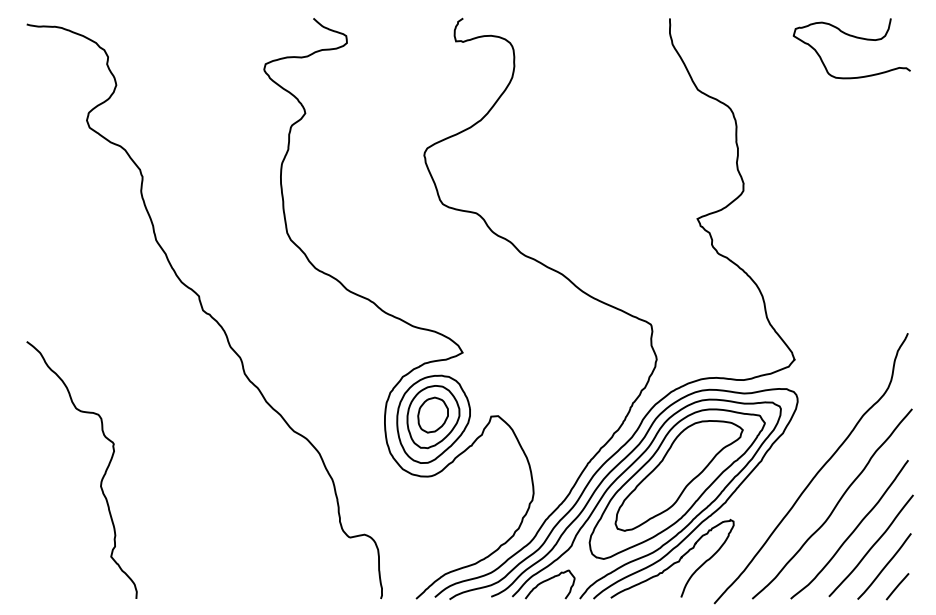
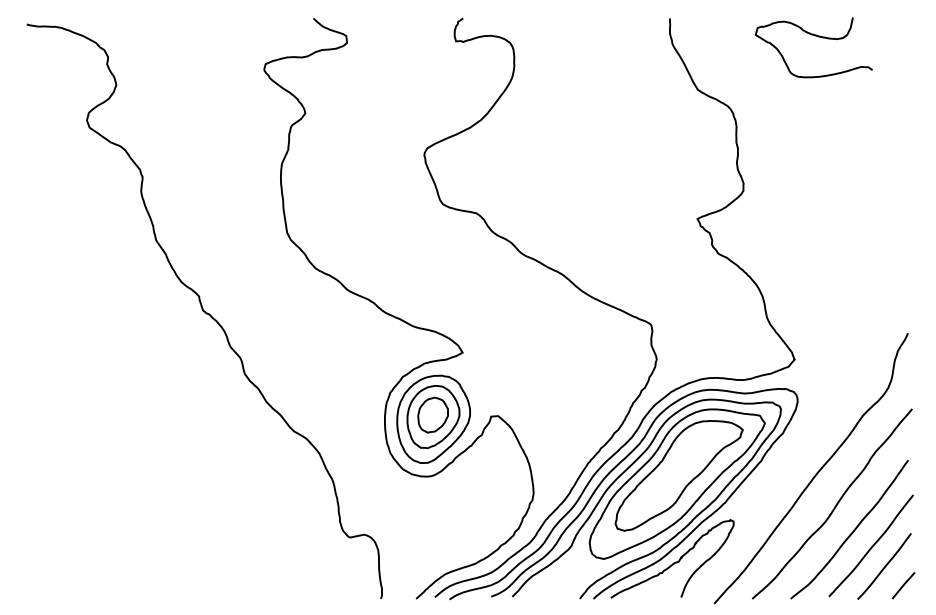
curve at (853, 37) position: (853, 37) -> (815, 36)
curve at (101, 478): present -> none
curve at (549, 580): present -> none
line at (897, 586) position: (897, 586) -> (903, 585)
